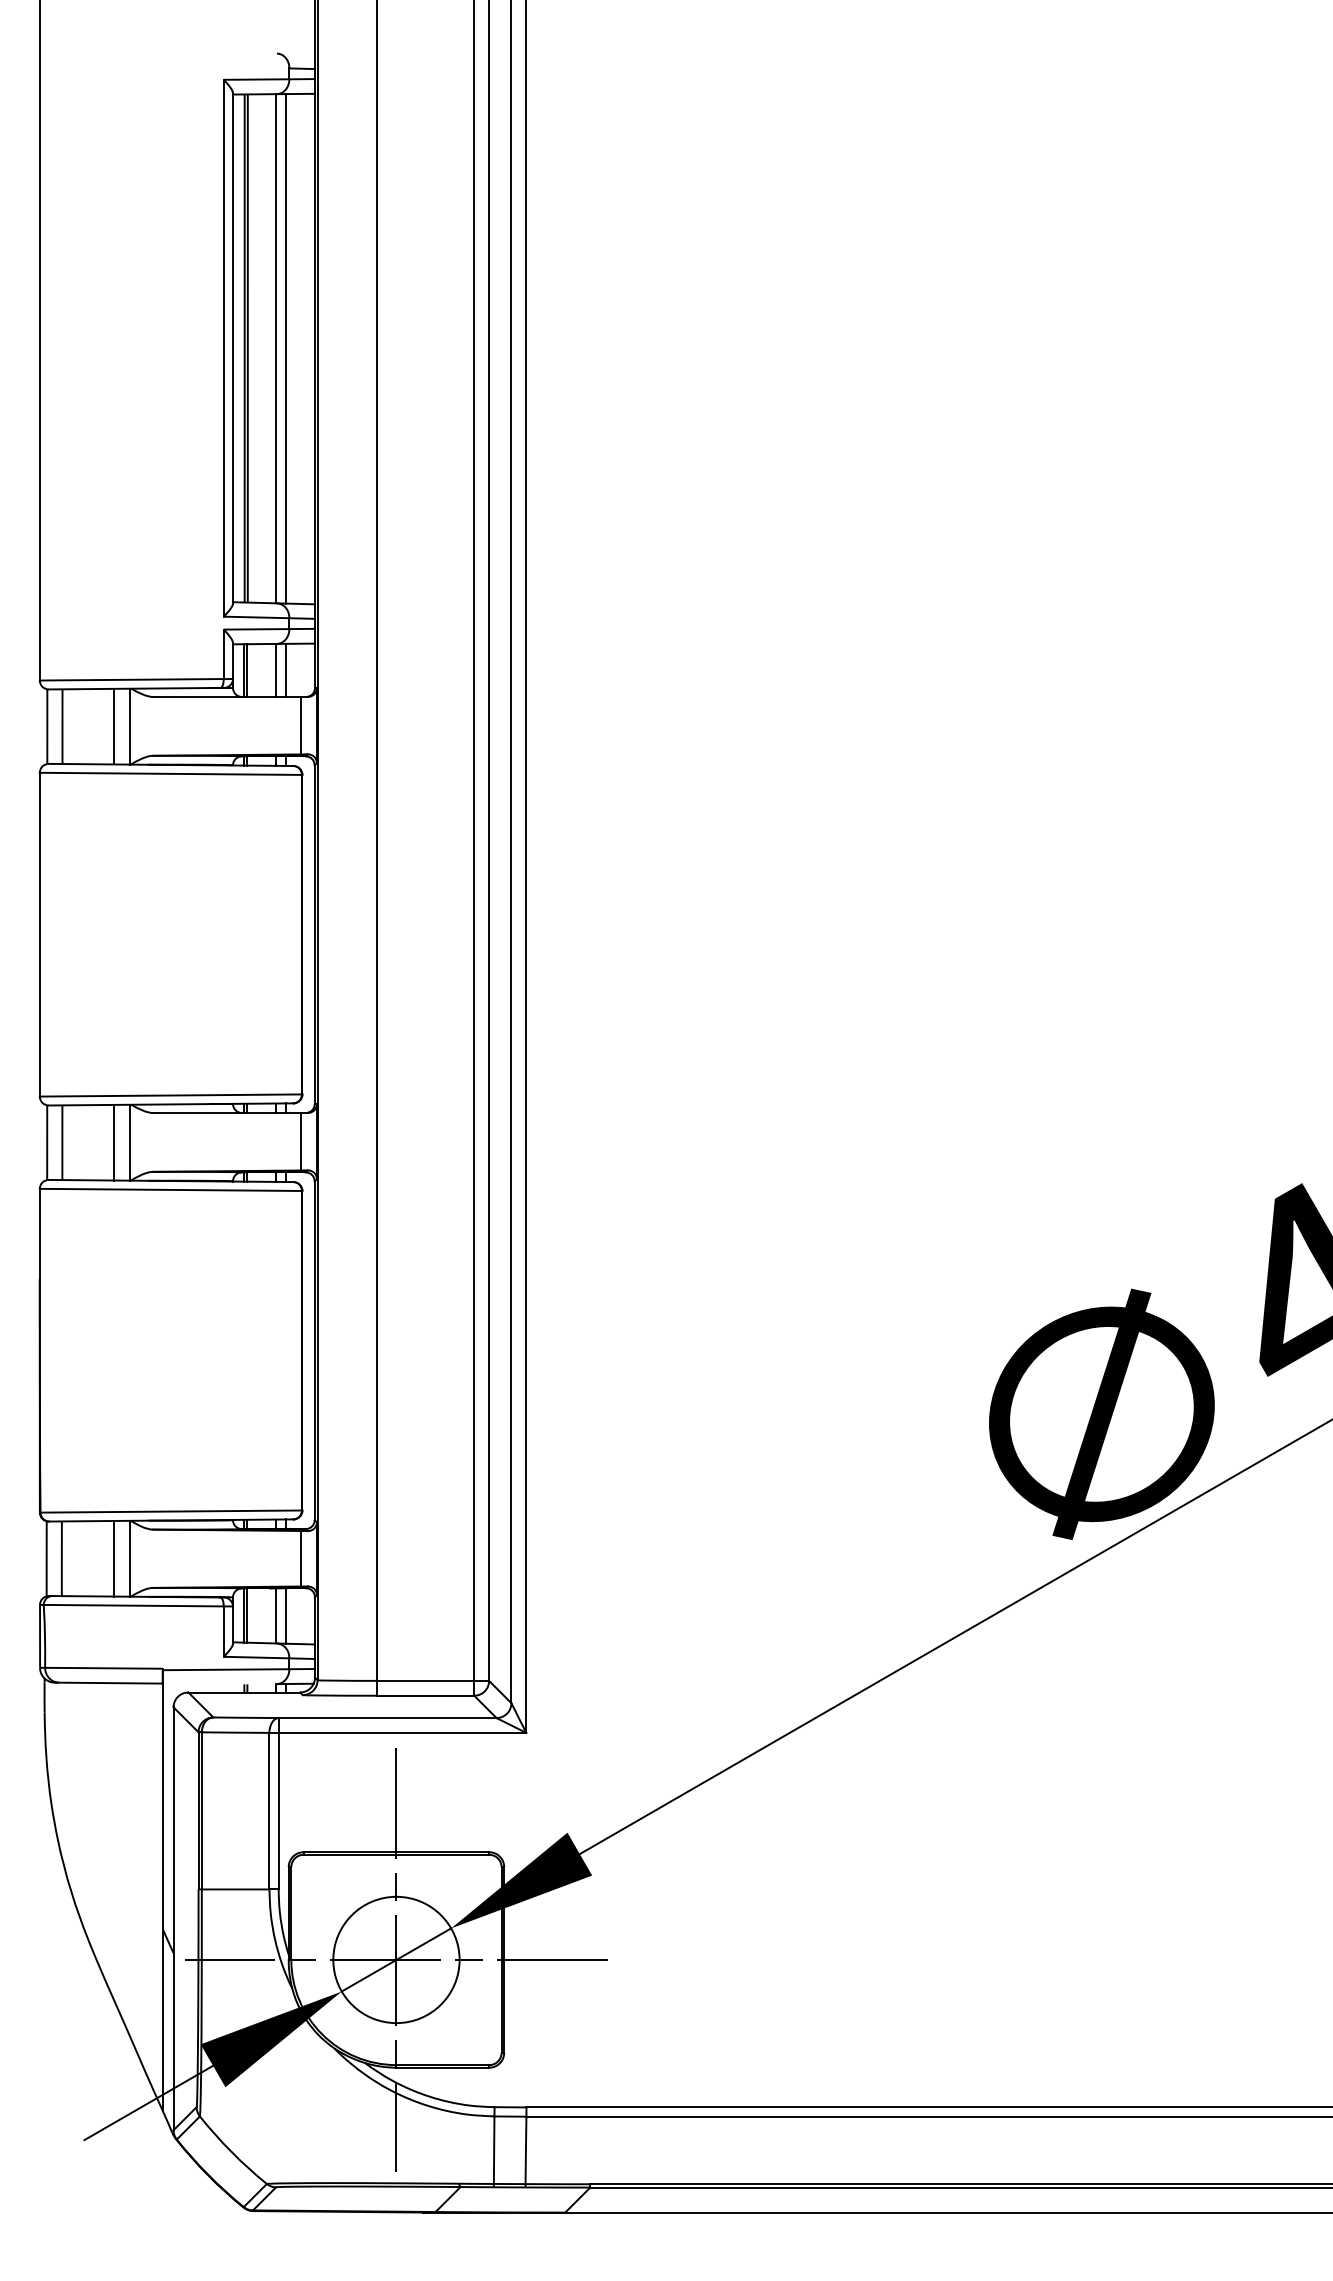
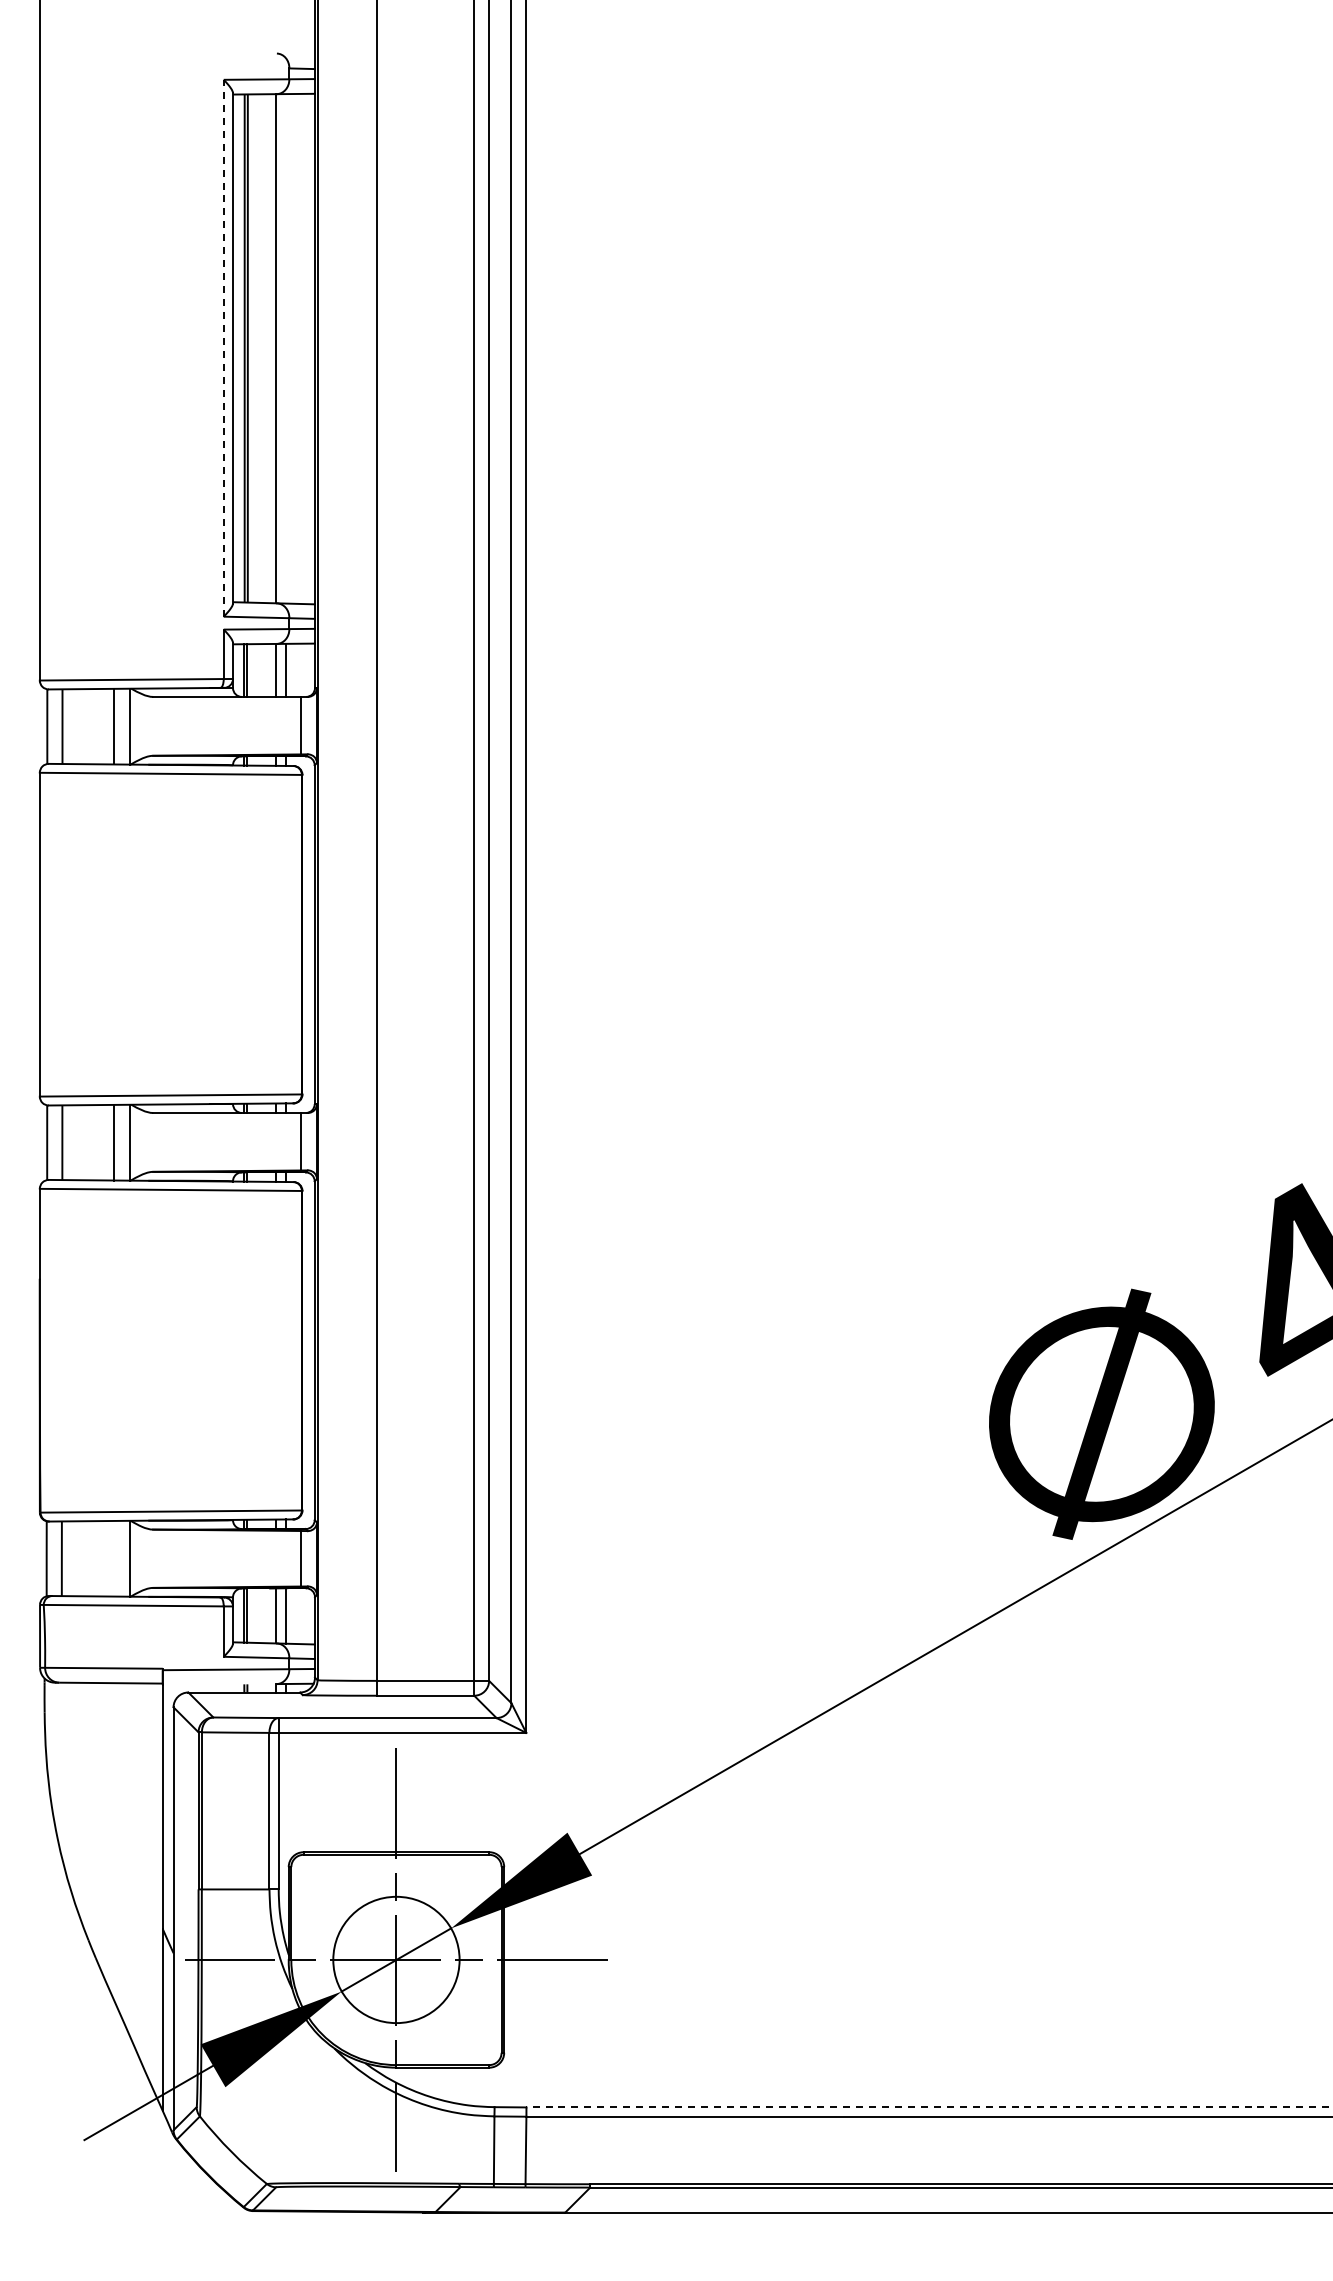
line at (223, 347): solid -> dashed
line at (285, 348): present -> none
line at (114, 1558): present -> none
line at (928, 2107): solid -> dashed
